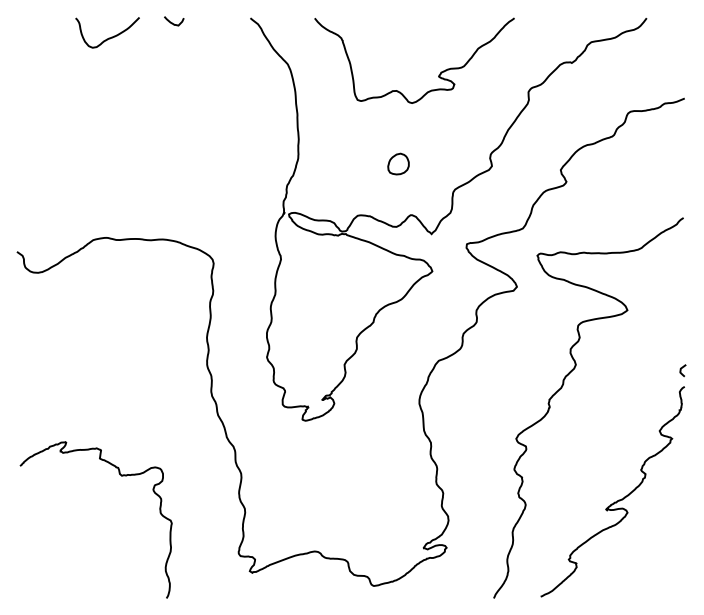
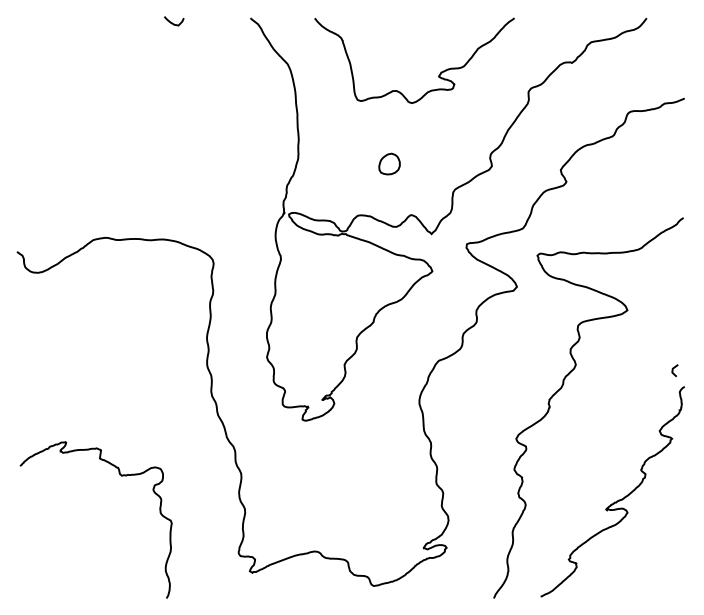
curve at (108, 37): present -> none
part at (398, 163) position: (398, 163) -> (389, 163)
curve at (681, 370) position: (681, 370) -> (673, 370)
